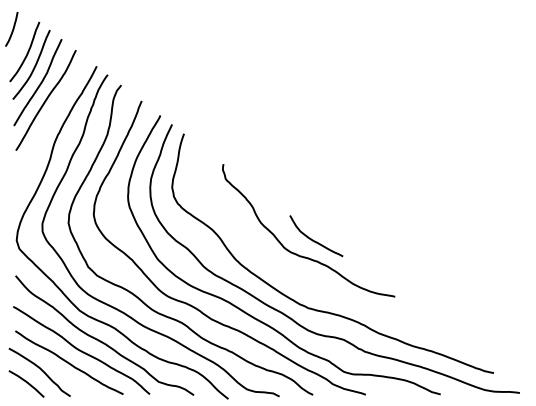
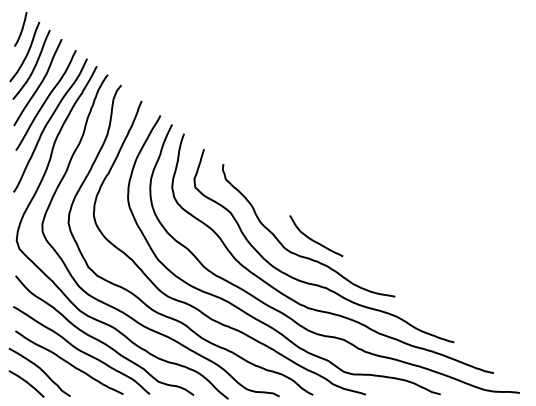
curve at (12, 29) position: (12, 29) -> (21, 29)
curve at (48, 123): none -> present
curve at (314, 283): none -> present
